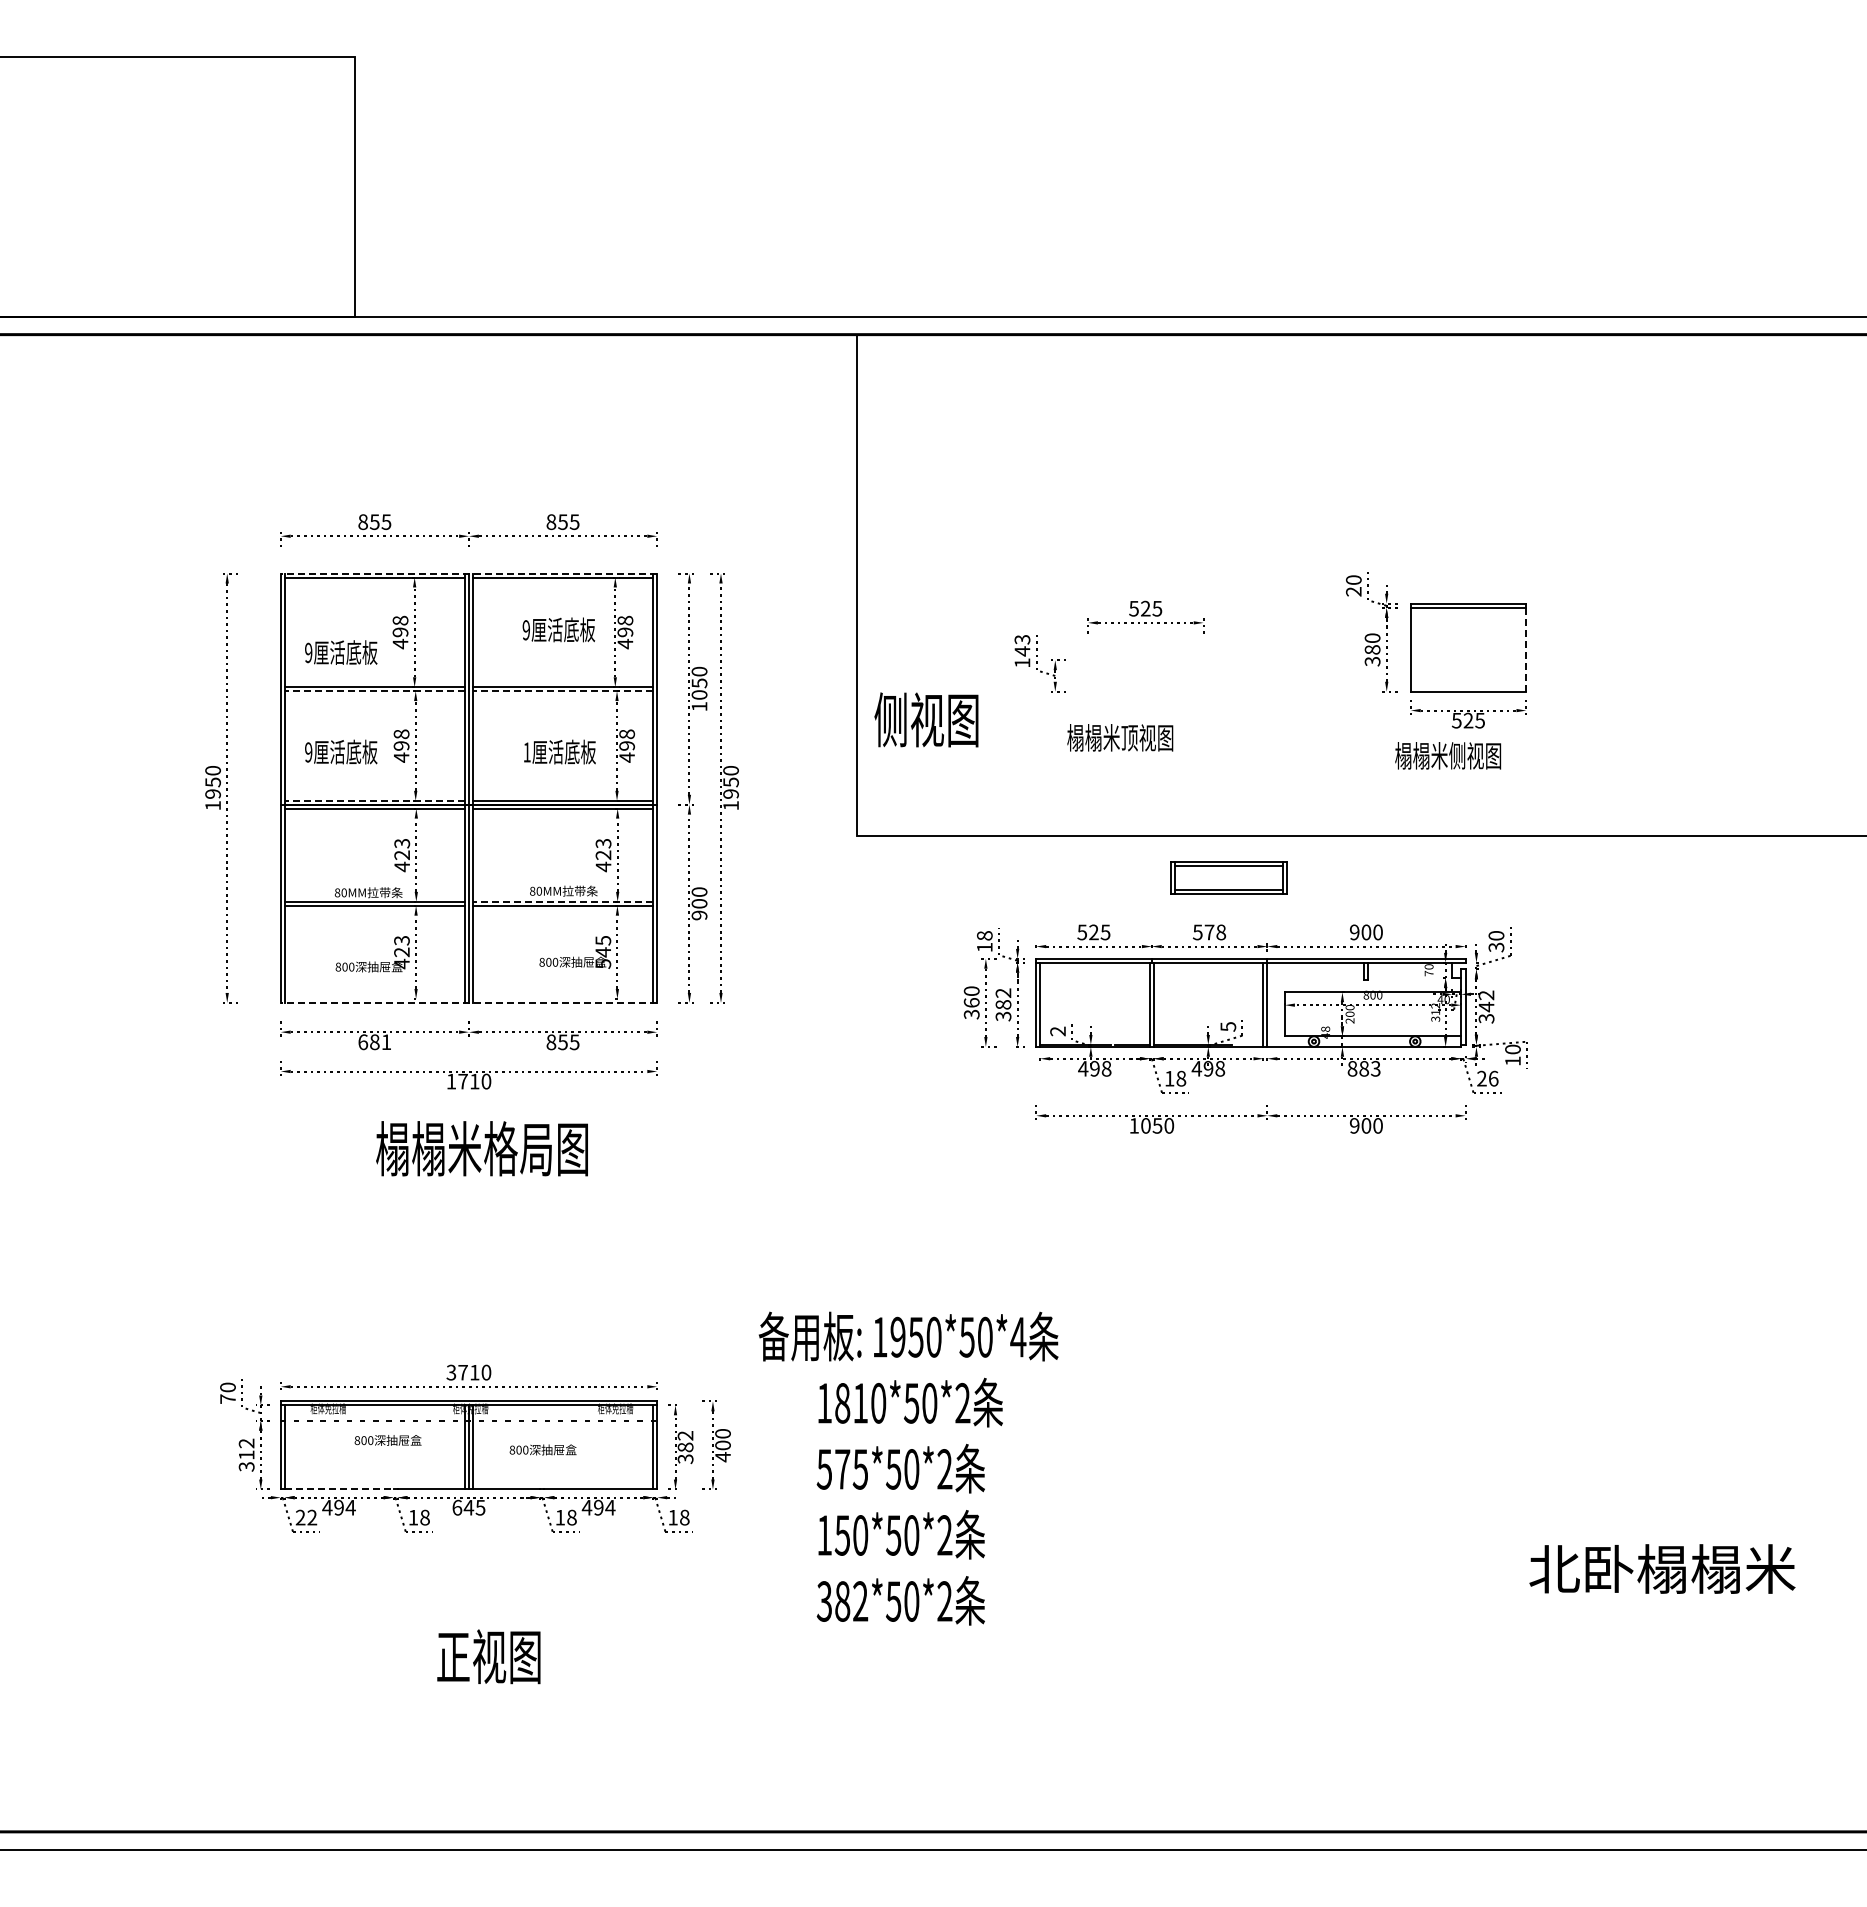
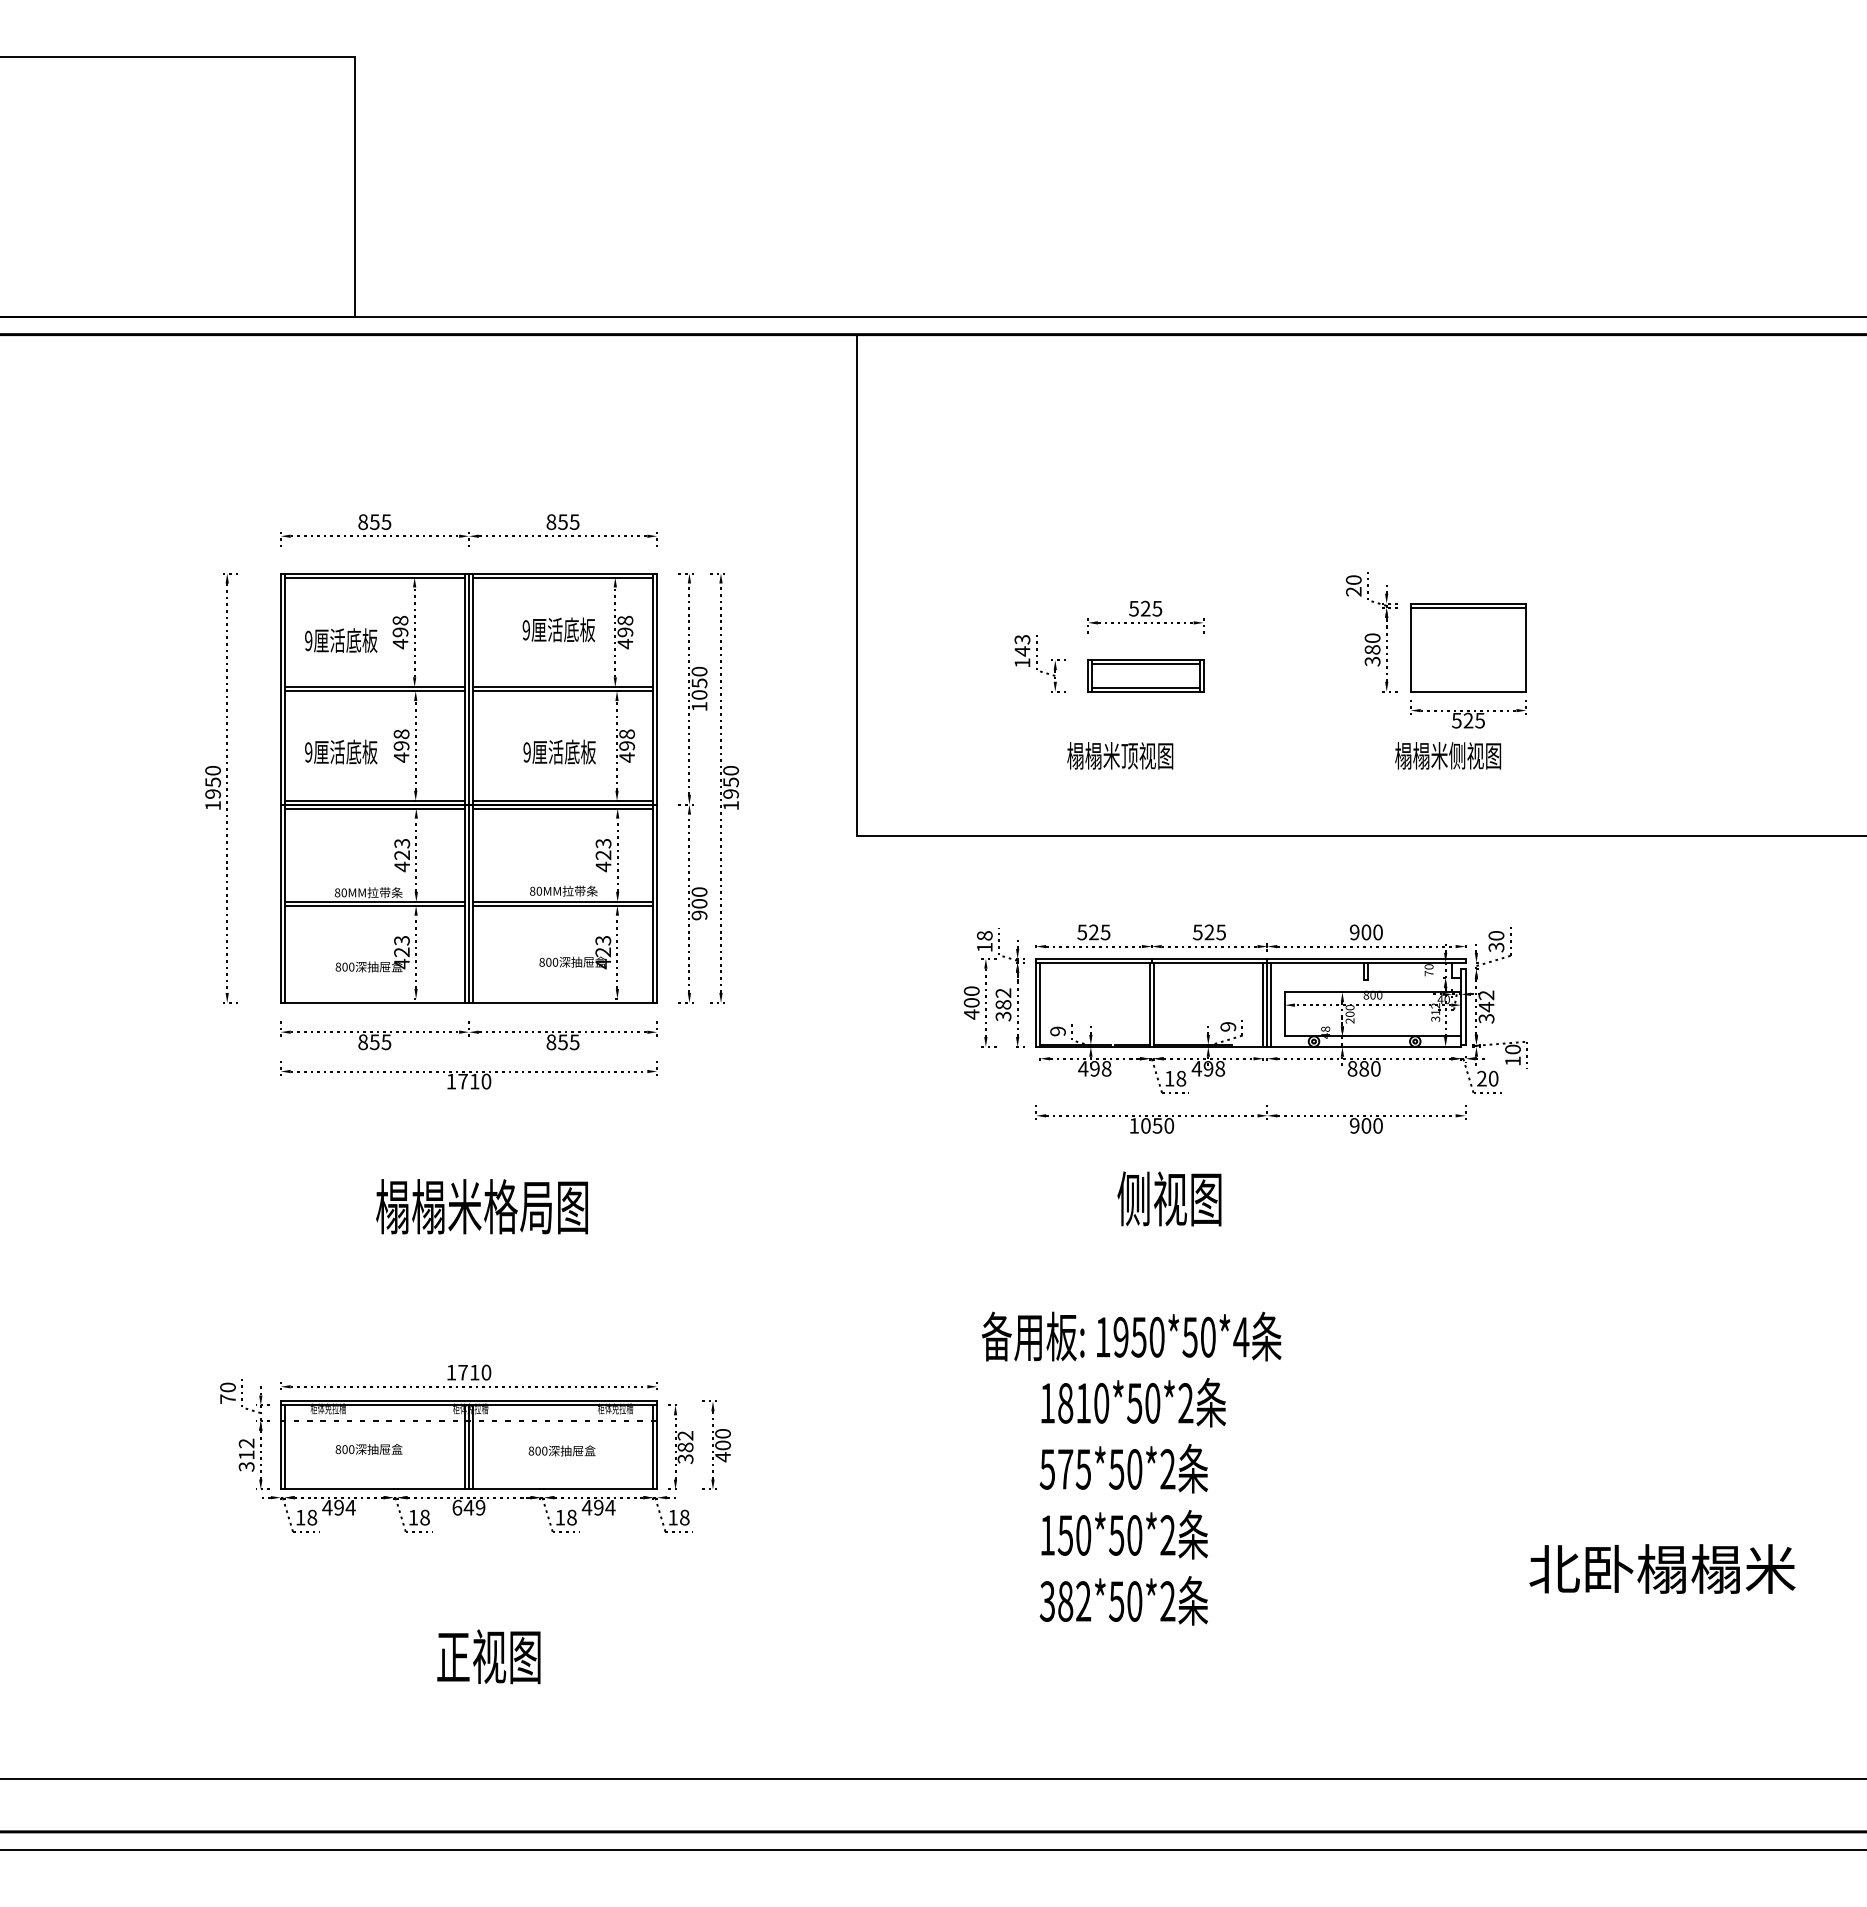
line at (468, 573): dashed -> solid
line at (1526, 649): dashed -> solid
text at (341, 652) position: (341, 652) -> (341, 640)
line at (374, 691): dashed -> solid
line at (562, 691): dashed -> solid
text at (926, 719) position: (926, 719) -> (1169, 1198)
text at (1120, 737) position: (1120, 737) -> (1120, 755)
text at (526, 752): 1 -> 9
line at (374, 800): dashed -> solid
part at (1228, 877) position: (1228, 877) -> (1145, 675)
line at (562, 901): dashed -> solid
text at (1215, 932): 578 -> 525
text at (603, 952): 545 -> 423
line at (468, 1002): dashed -> solid
line at (1271, 1004): none -> present
text at (971, 1008): 360 -> 400
text at (1228, 1026): 5 -> 9
text at (1057, 1031): 2 -> 9
text at (374, 1042): 681 -> 855
text at (1375, 1068): 883 -> 880
text at (1493, 1078): 26 -> 20
text at (481, 1148) position: (481, 1148) -> (481, 1206)
text at (451, 1372): 3710 -> 1710
text at (387, 1440) position: (387, 1440) -> (368, 1449)
text at (542, 1449) position: (542, 1449) -> (561, 1450)
text at (908, 1468) position: (908, 1468) -> (1131, 1468)
line at (339, 1489): dashed -> solid
text at (480, 1507): 645 -> 649
text at (306, 1517): 22 -> 18
line at (932, 1778): none -> present
